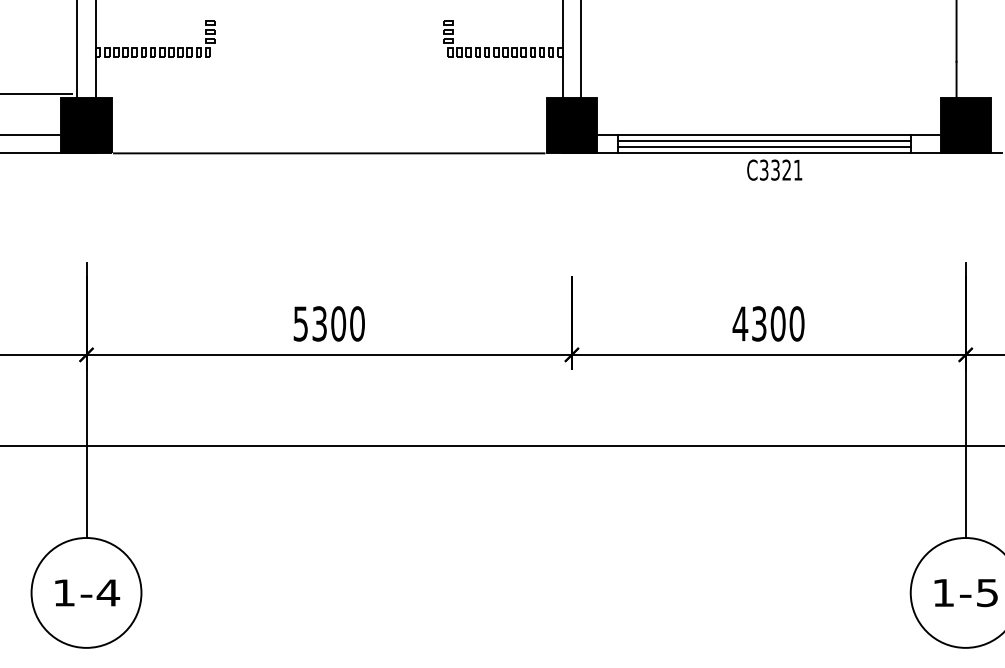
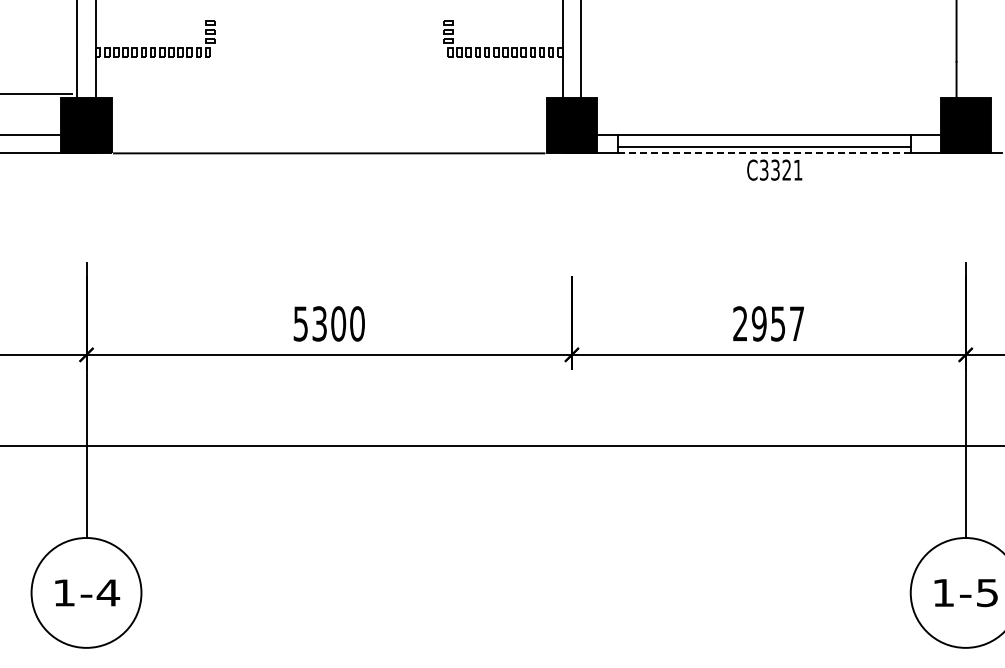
line at (763, 141): present -> none
line at (764, 153): solid -> dashed
text at (768, 323): 4300 -> 2957
